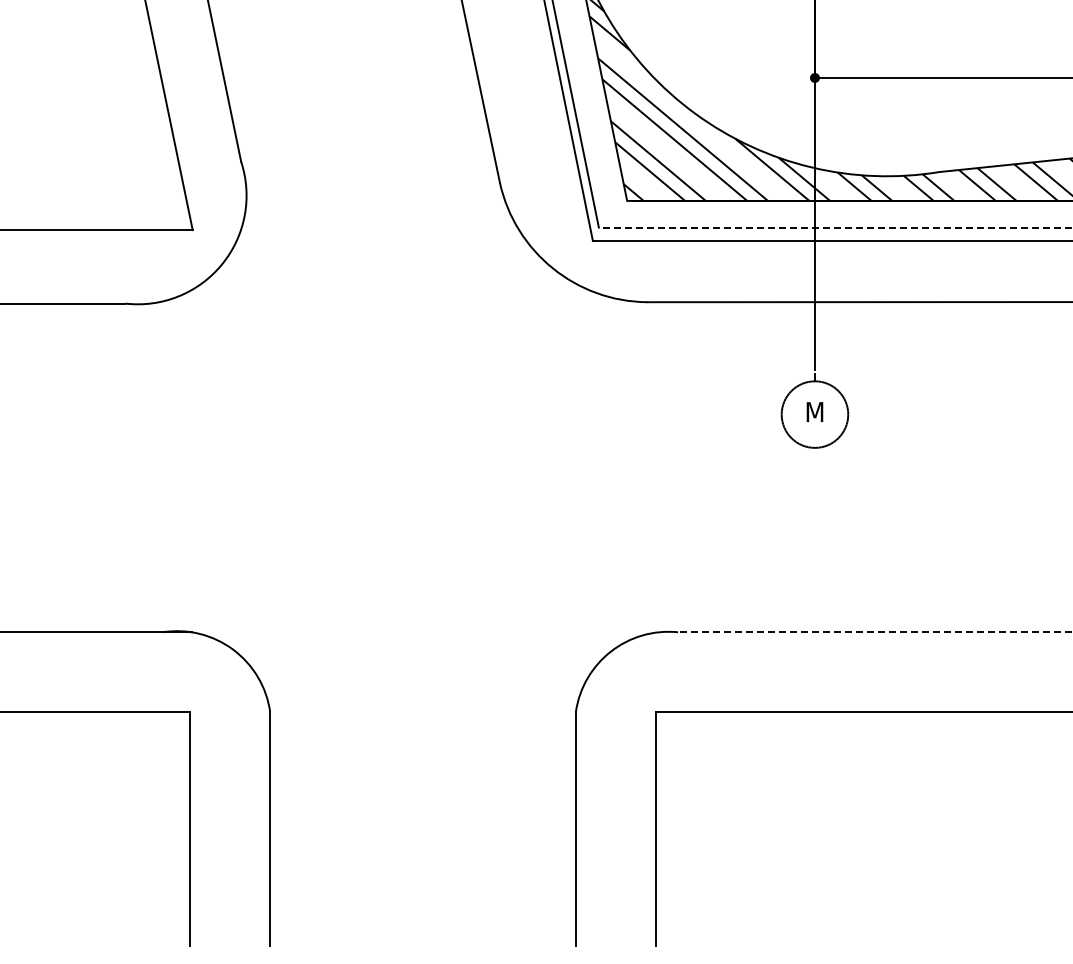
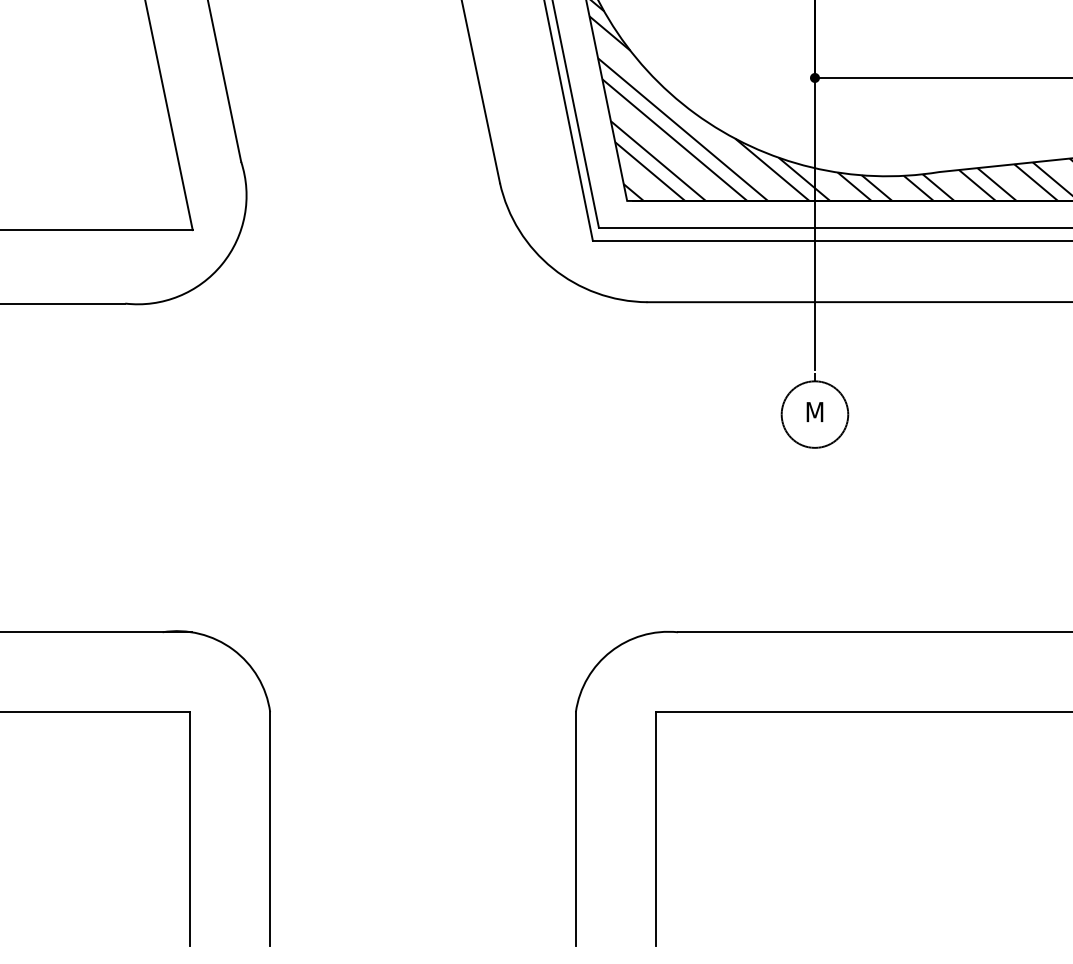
line at (835, 227): dashed -> solid
line at (875, 632): dashed -> solid
